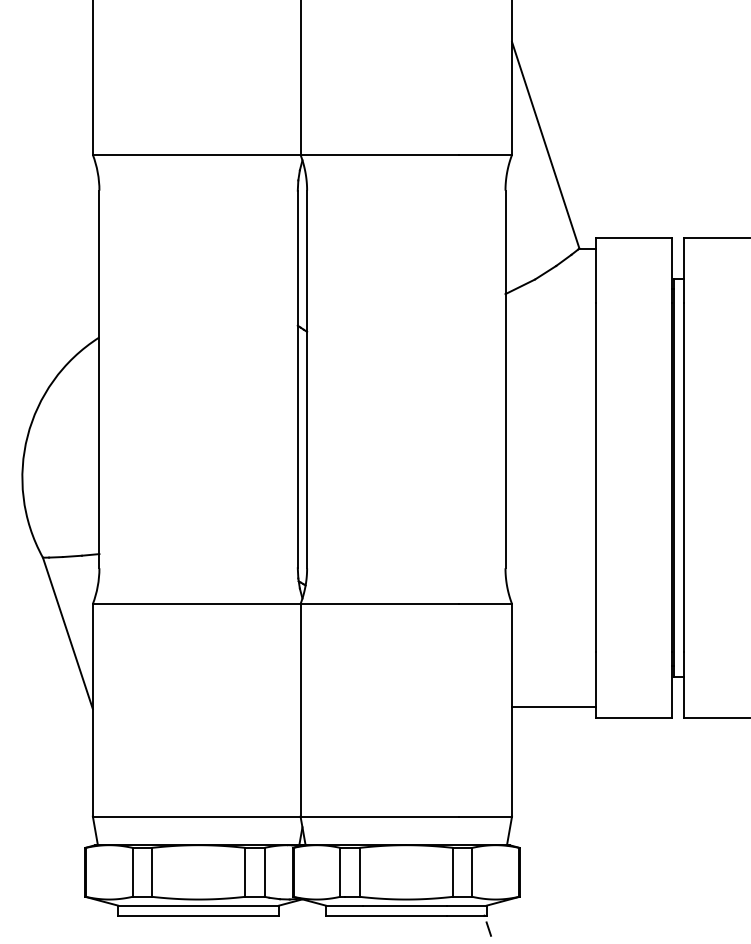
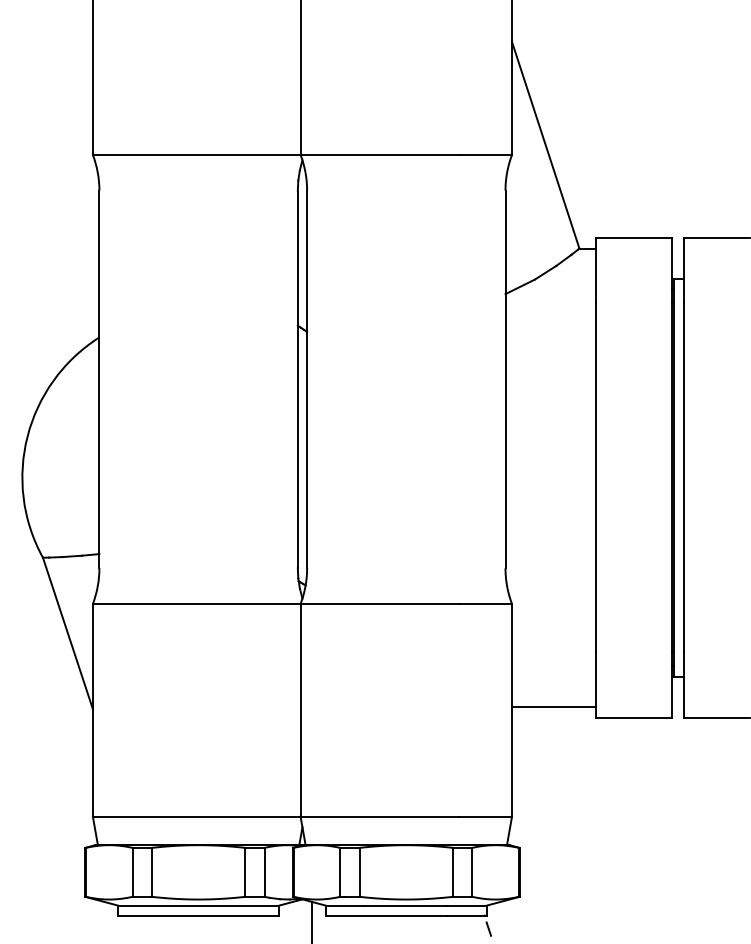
line at (311, 920): none -> present
